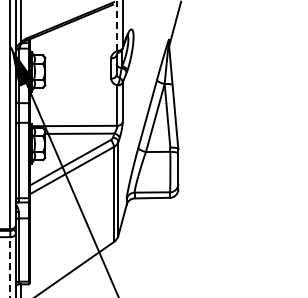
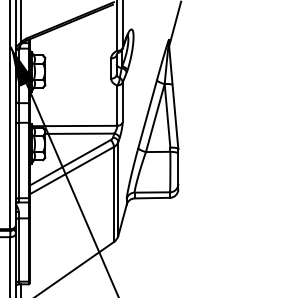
line at (117, 26): dashed -> solid
line at (10, 267): dashed -> solid
